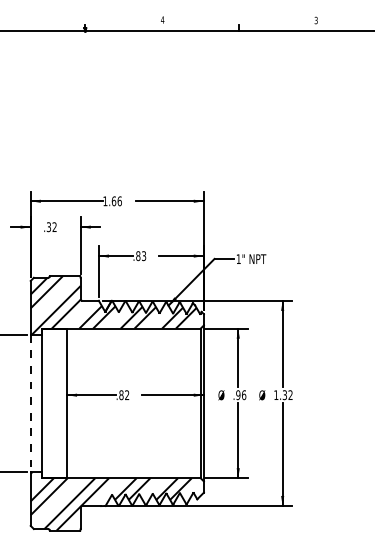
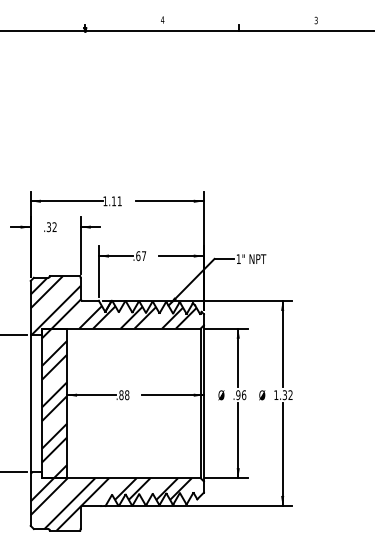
text at (116, 201): 1.66 -> 1.11
text at (141, 256): .83 -> .67
text at (127, 395): .82 -> .88
line at (30, 403): dashed -> solid
hatch at (53, 403): none -> present
